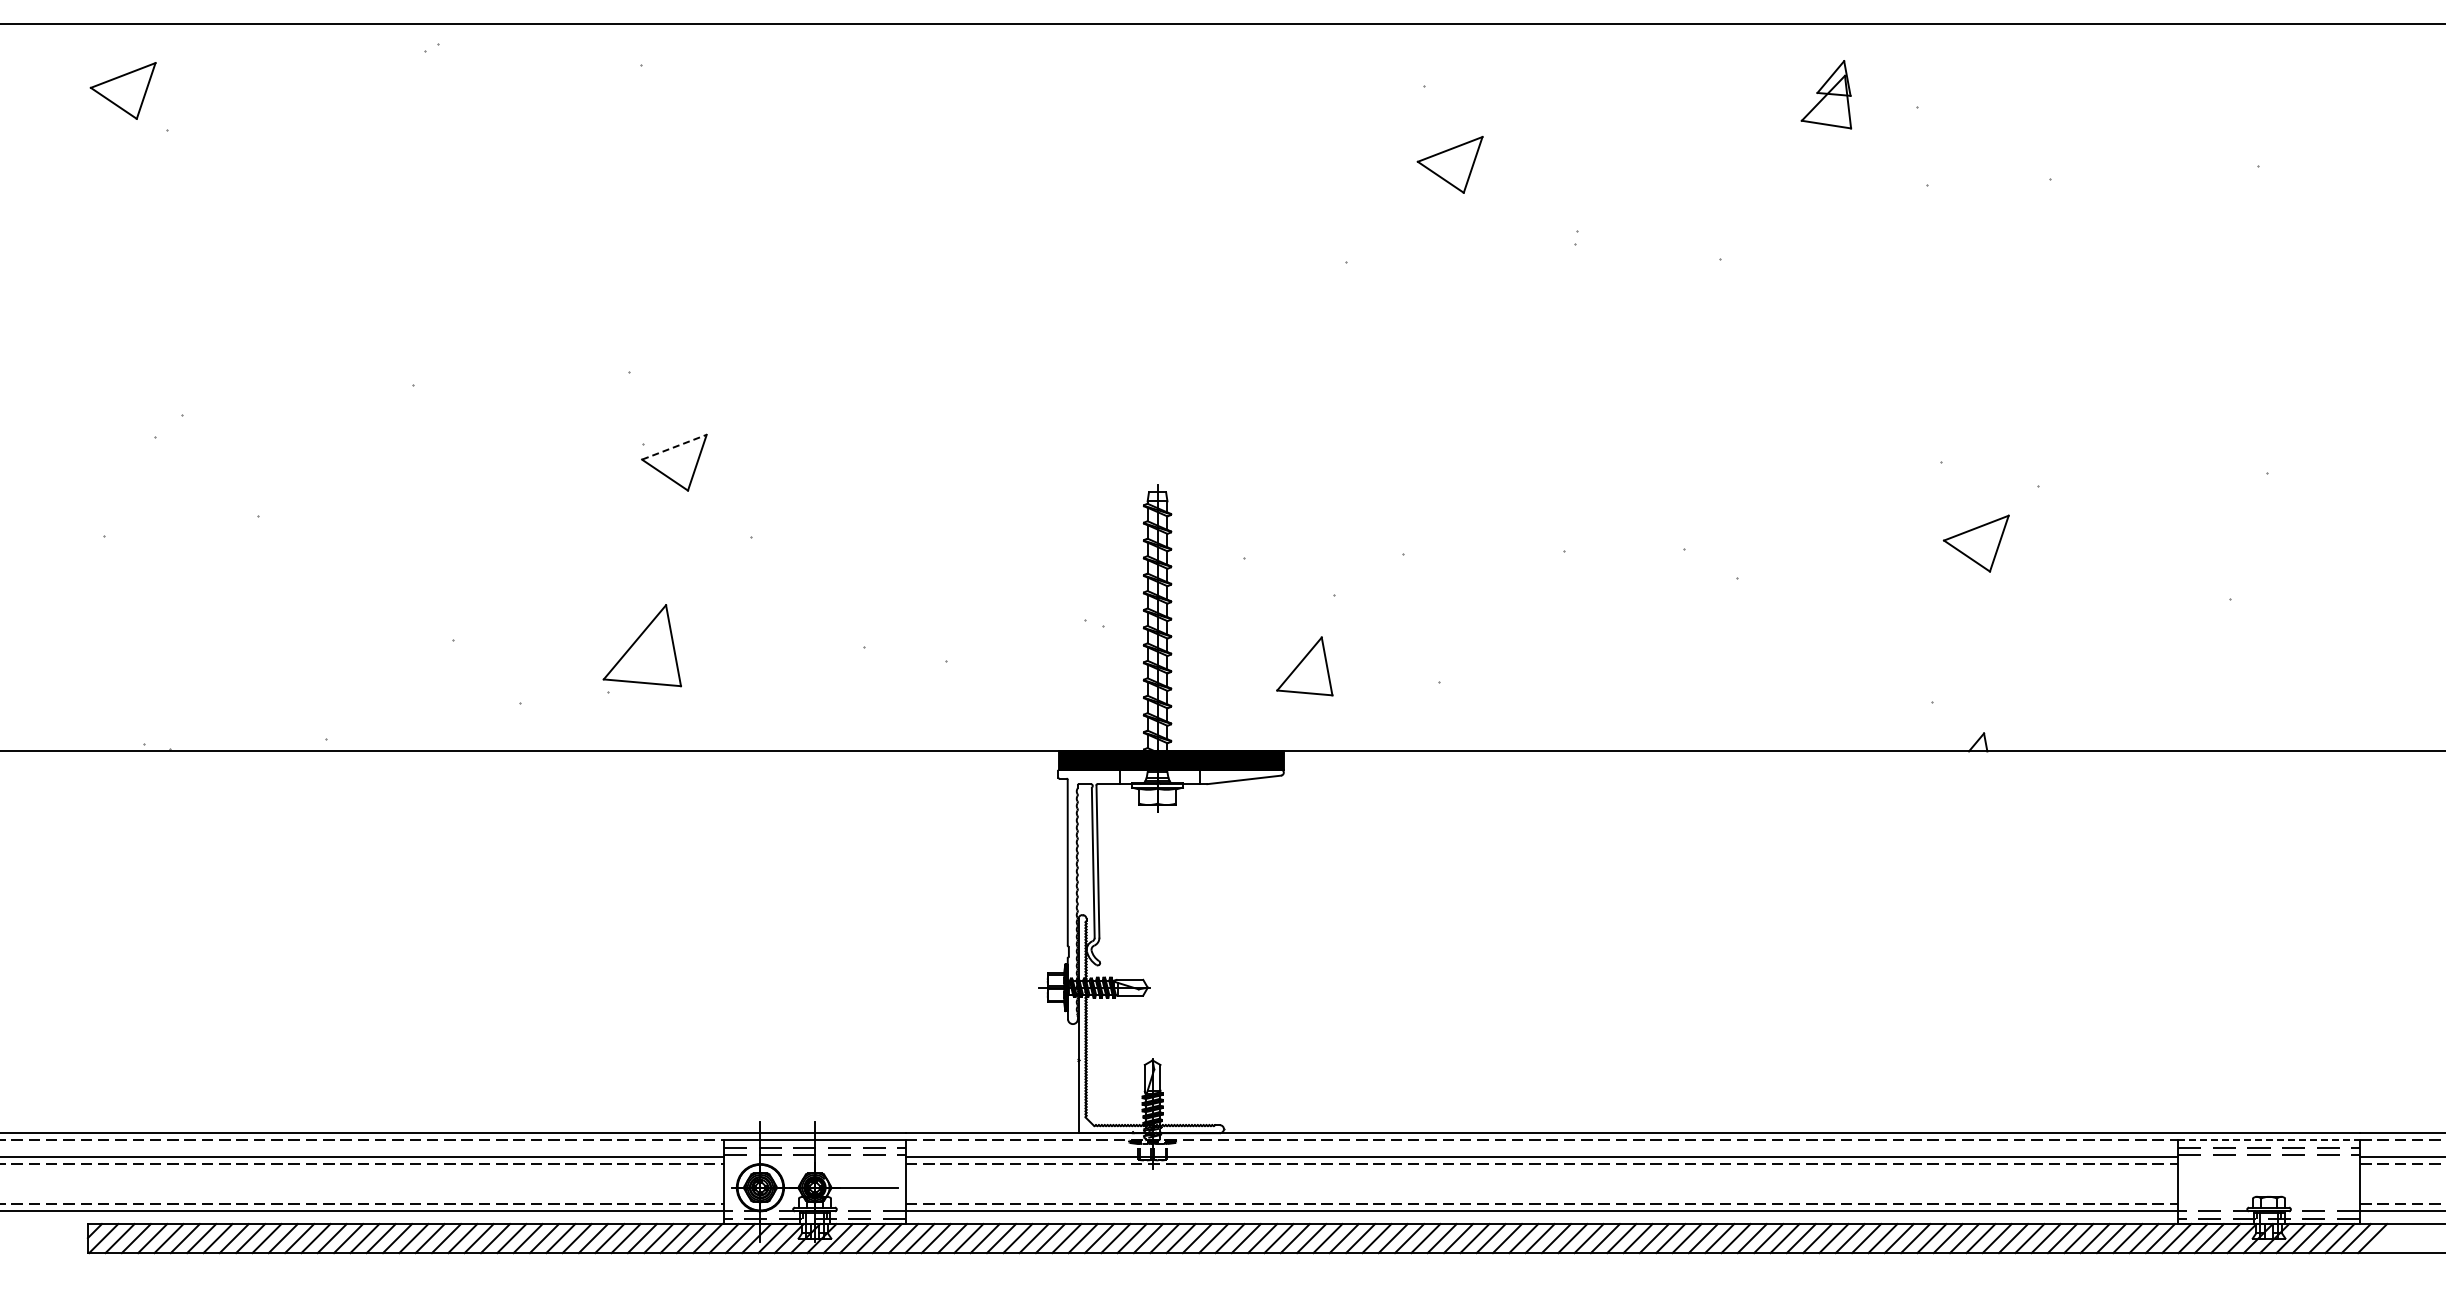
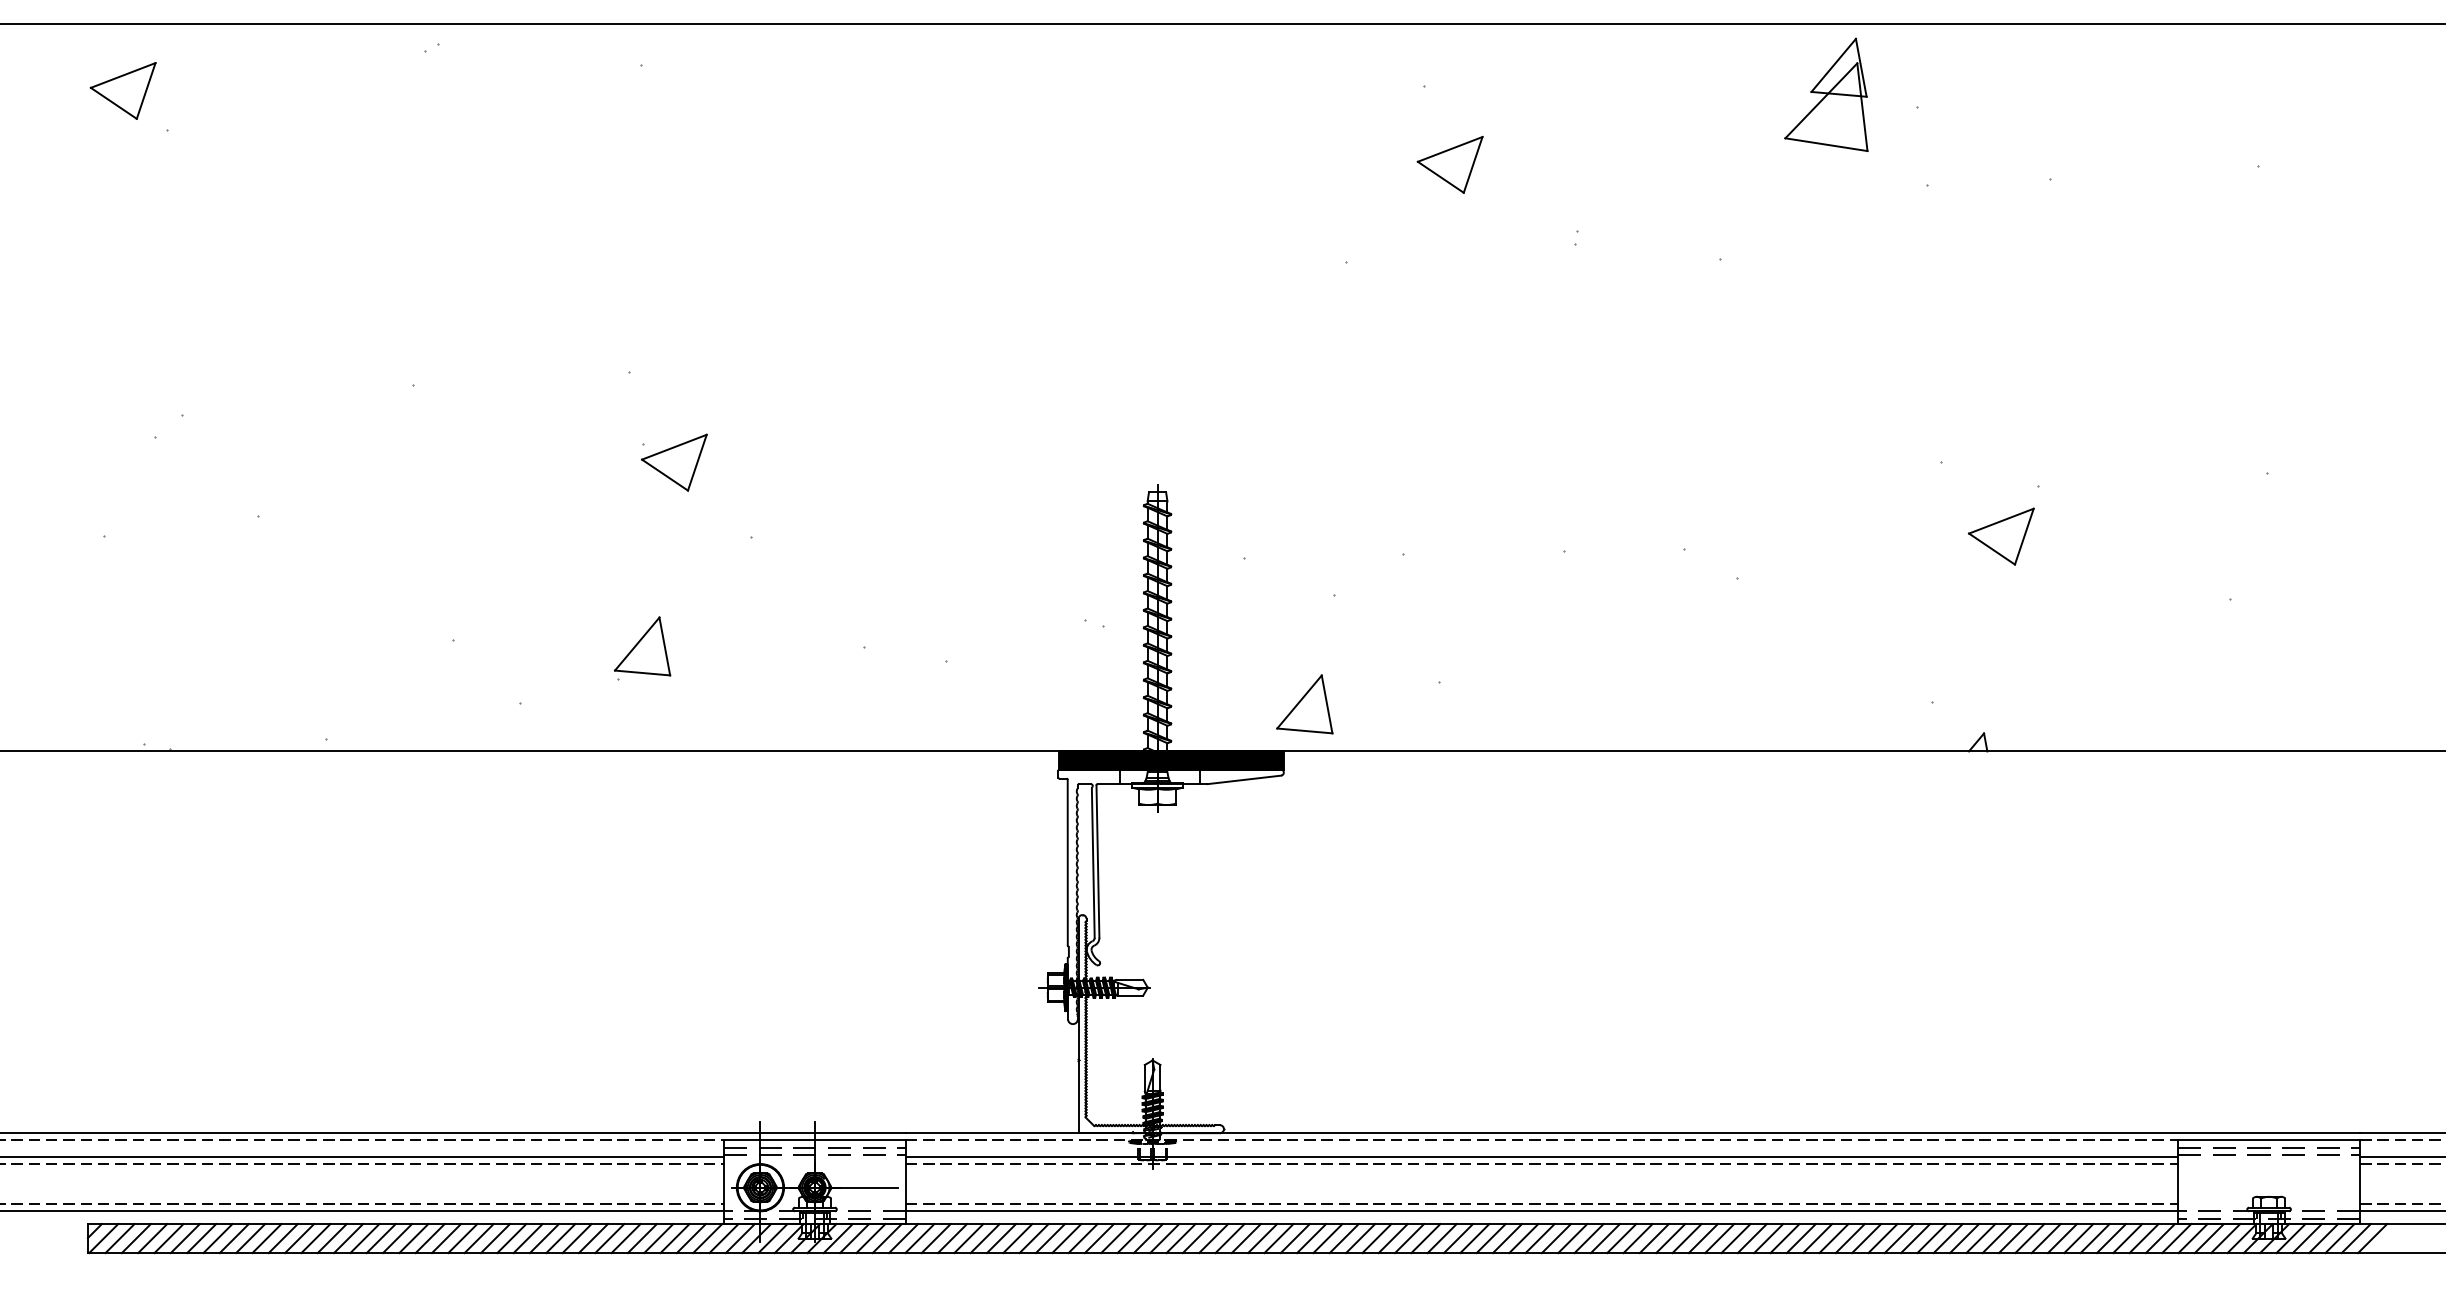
part at (1826, 94) size: 53x70 px -> 85x115 px
line at (674, 447): dashed -> solid
part at (1975, 543) position: (1975, 543) -> (2000, 536)
part at (641, 648) size: 80x90 px -> 58x65 px
part at (1304, 666) position: (1304, 666) -> (1304, 704)
line at (2269, 1140): dashed -> solid
